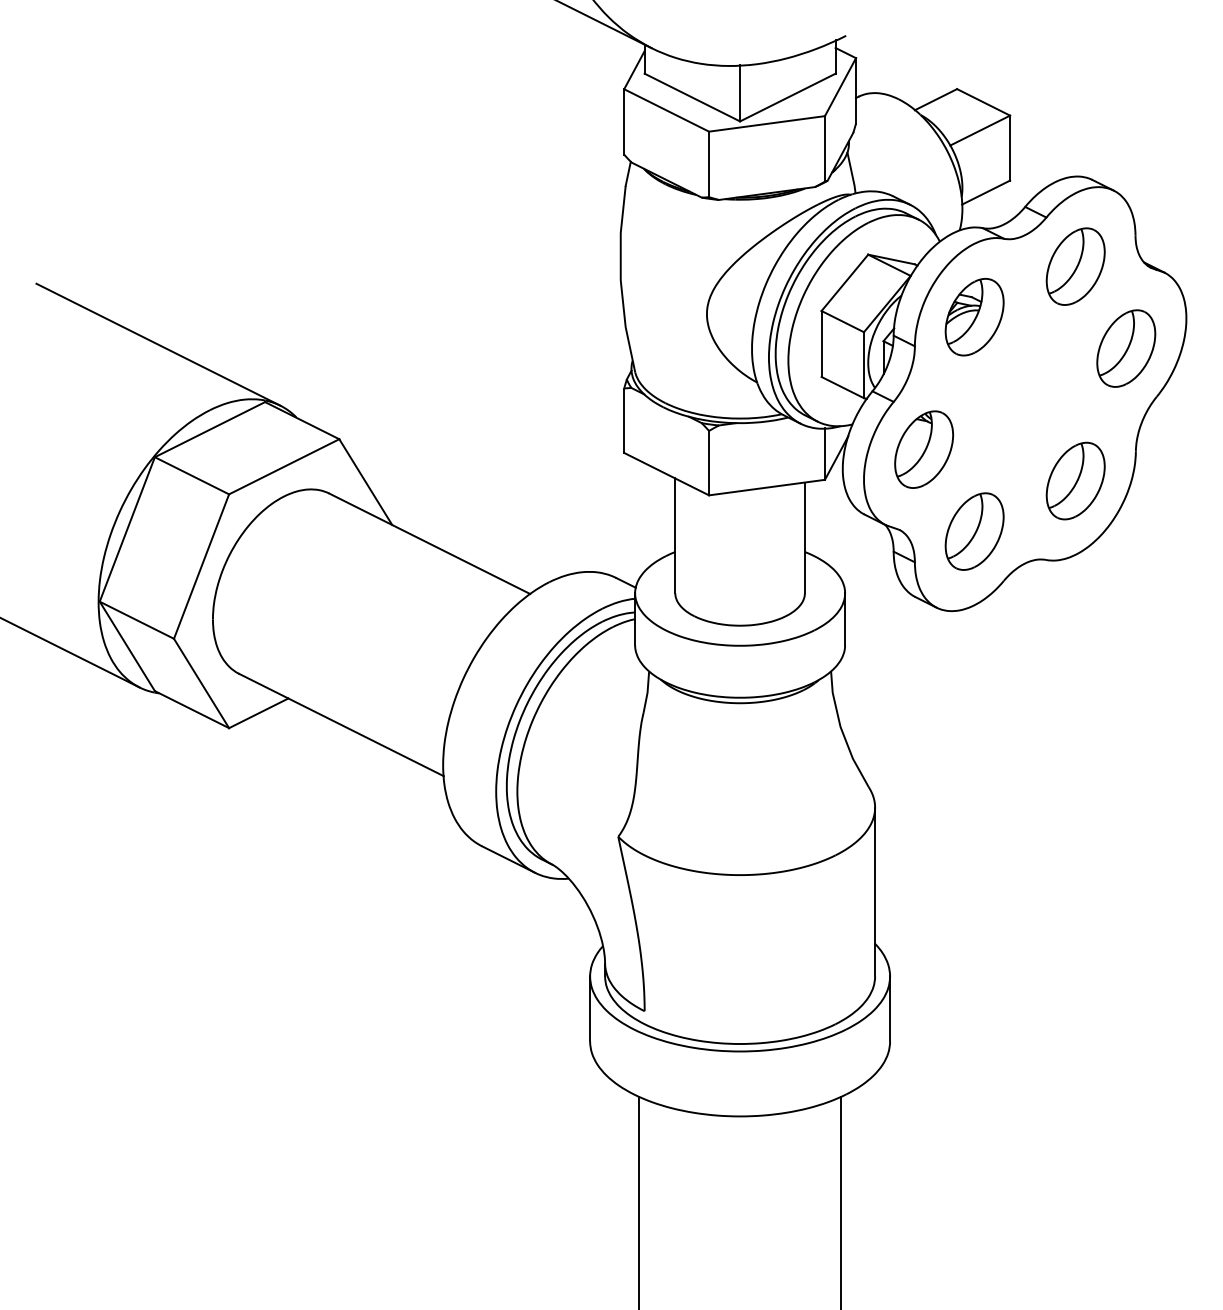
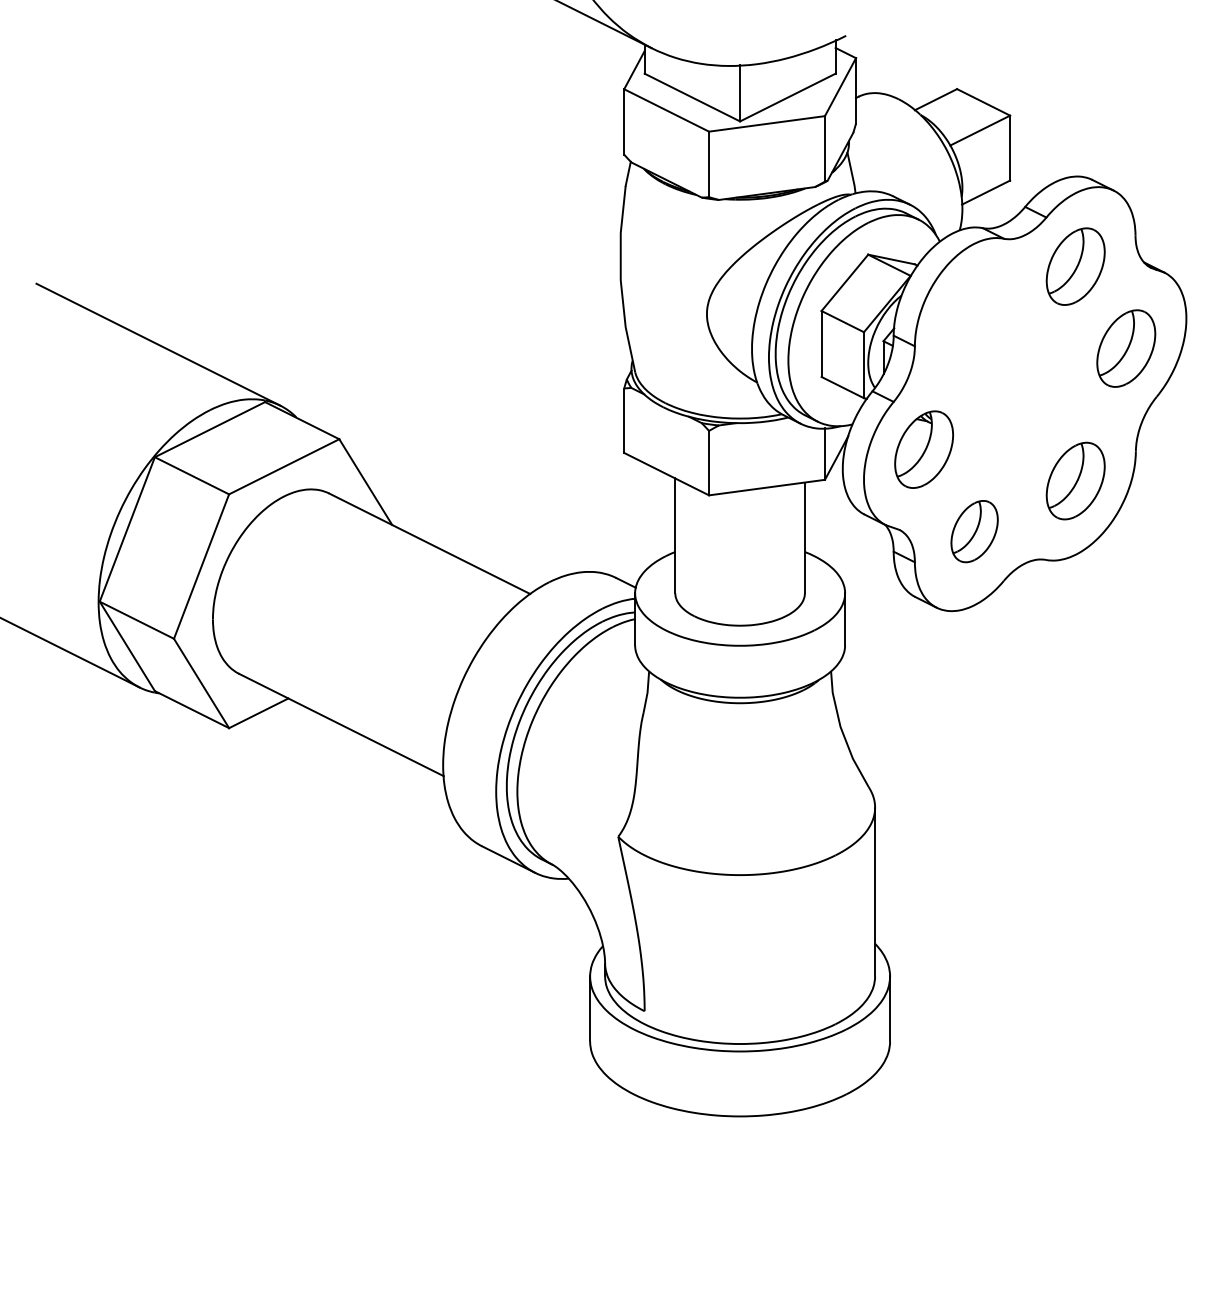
part at (974, 317): present -> none
part at (974, 531) size: 61x79 px -> 49x64 px
line at (639, 1201): present -> none
line at (840, 1201): present -> none
